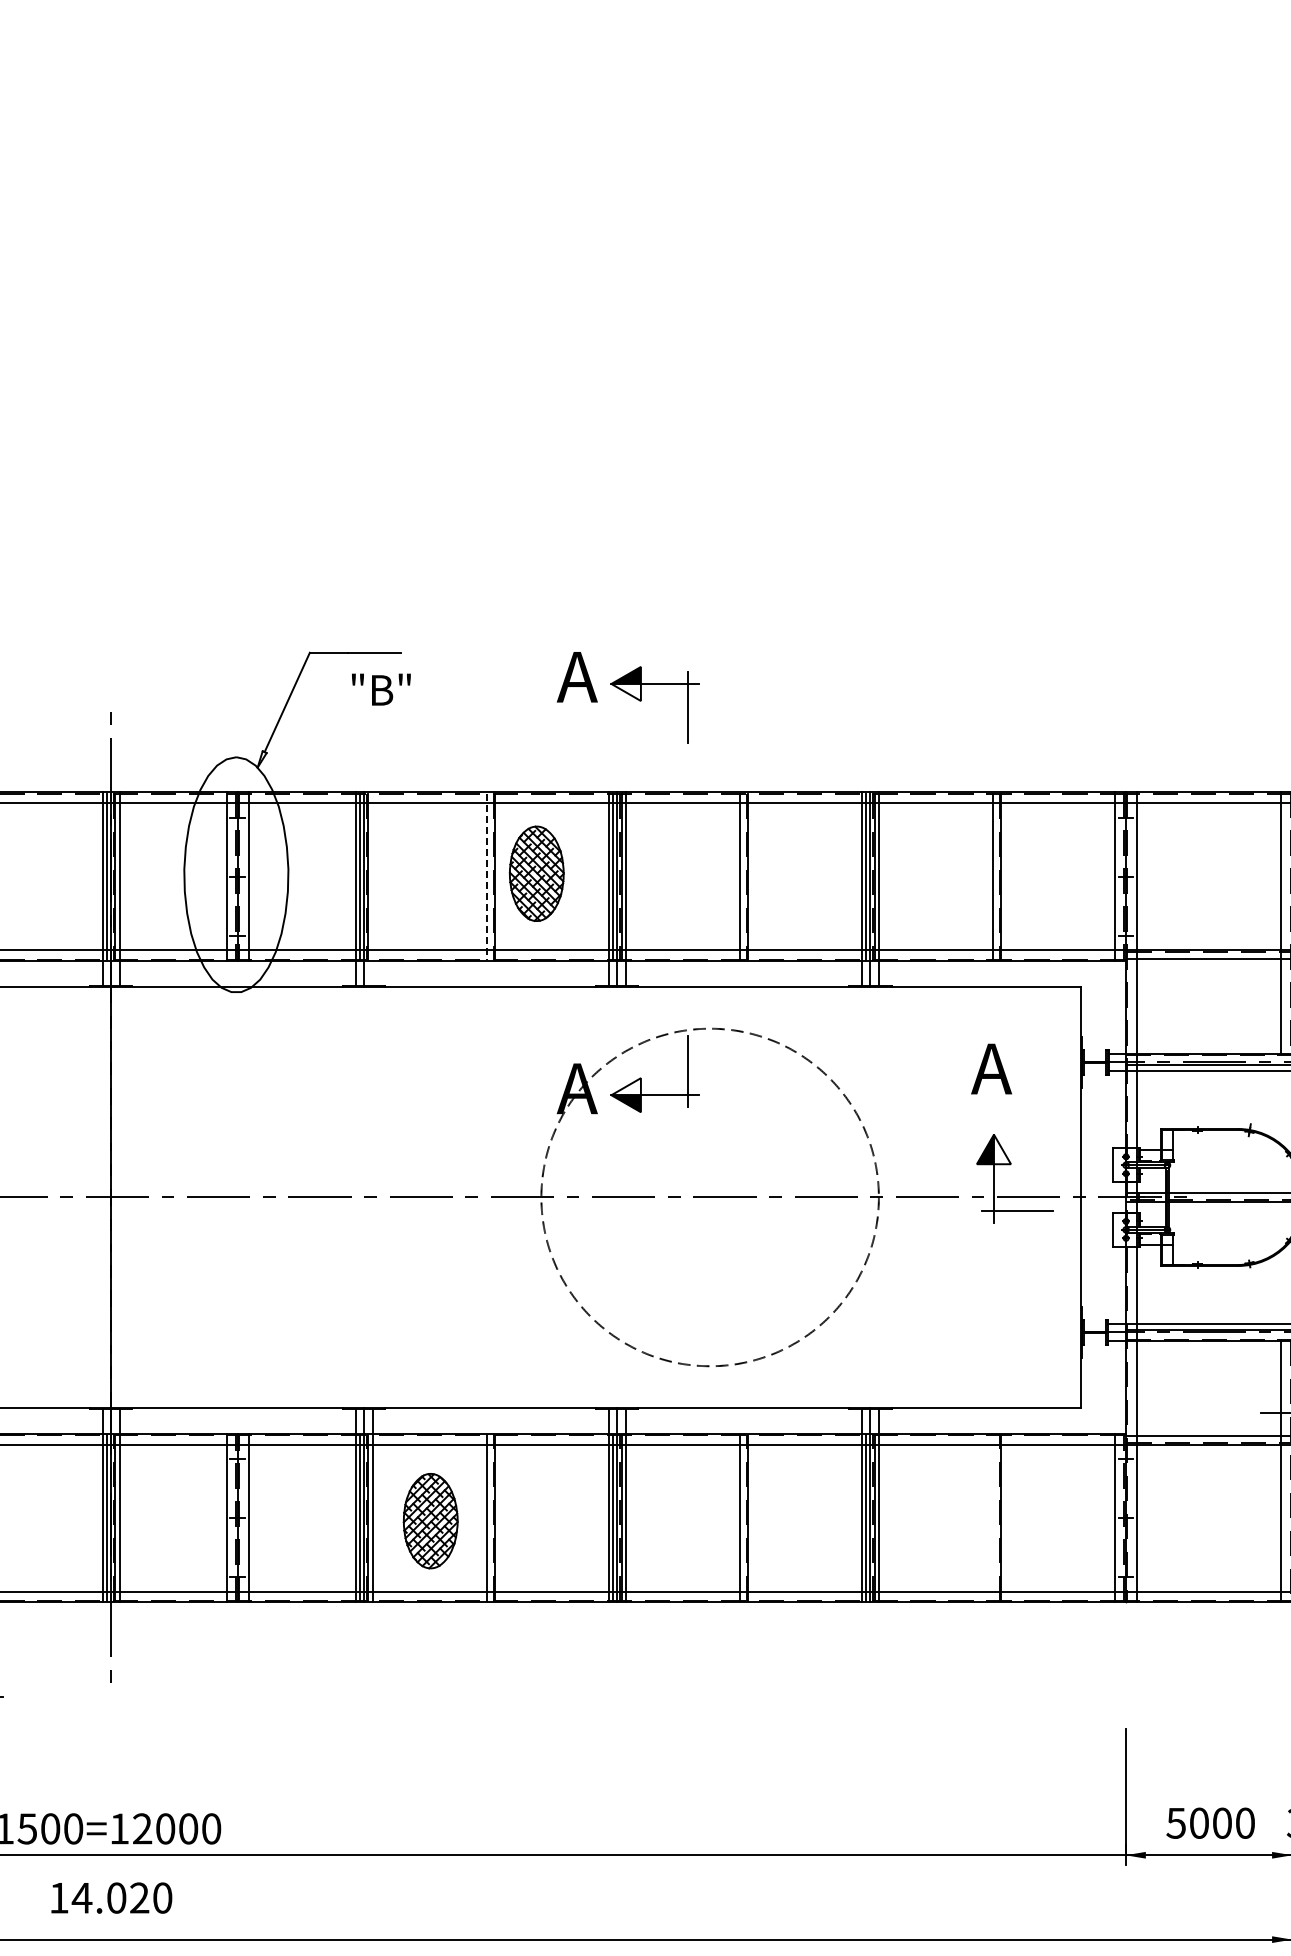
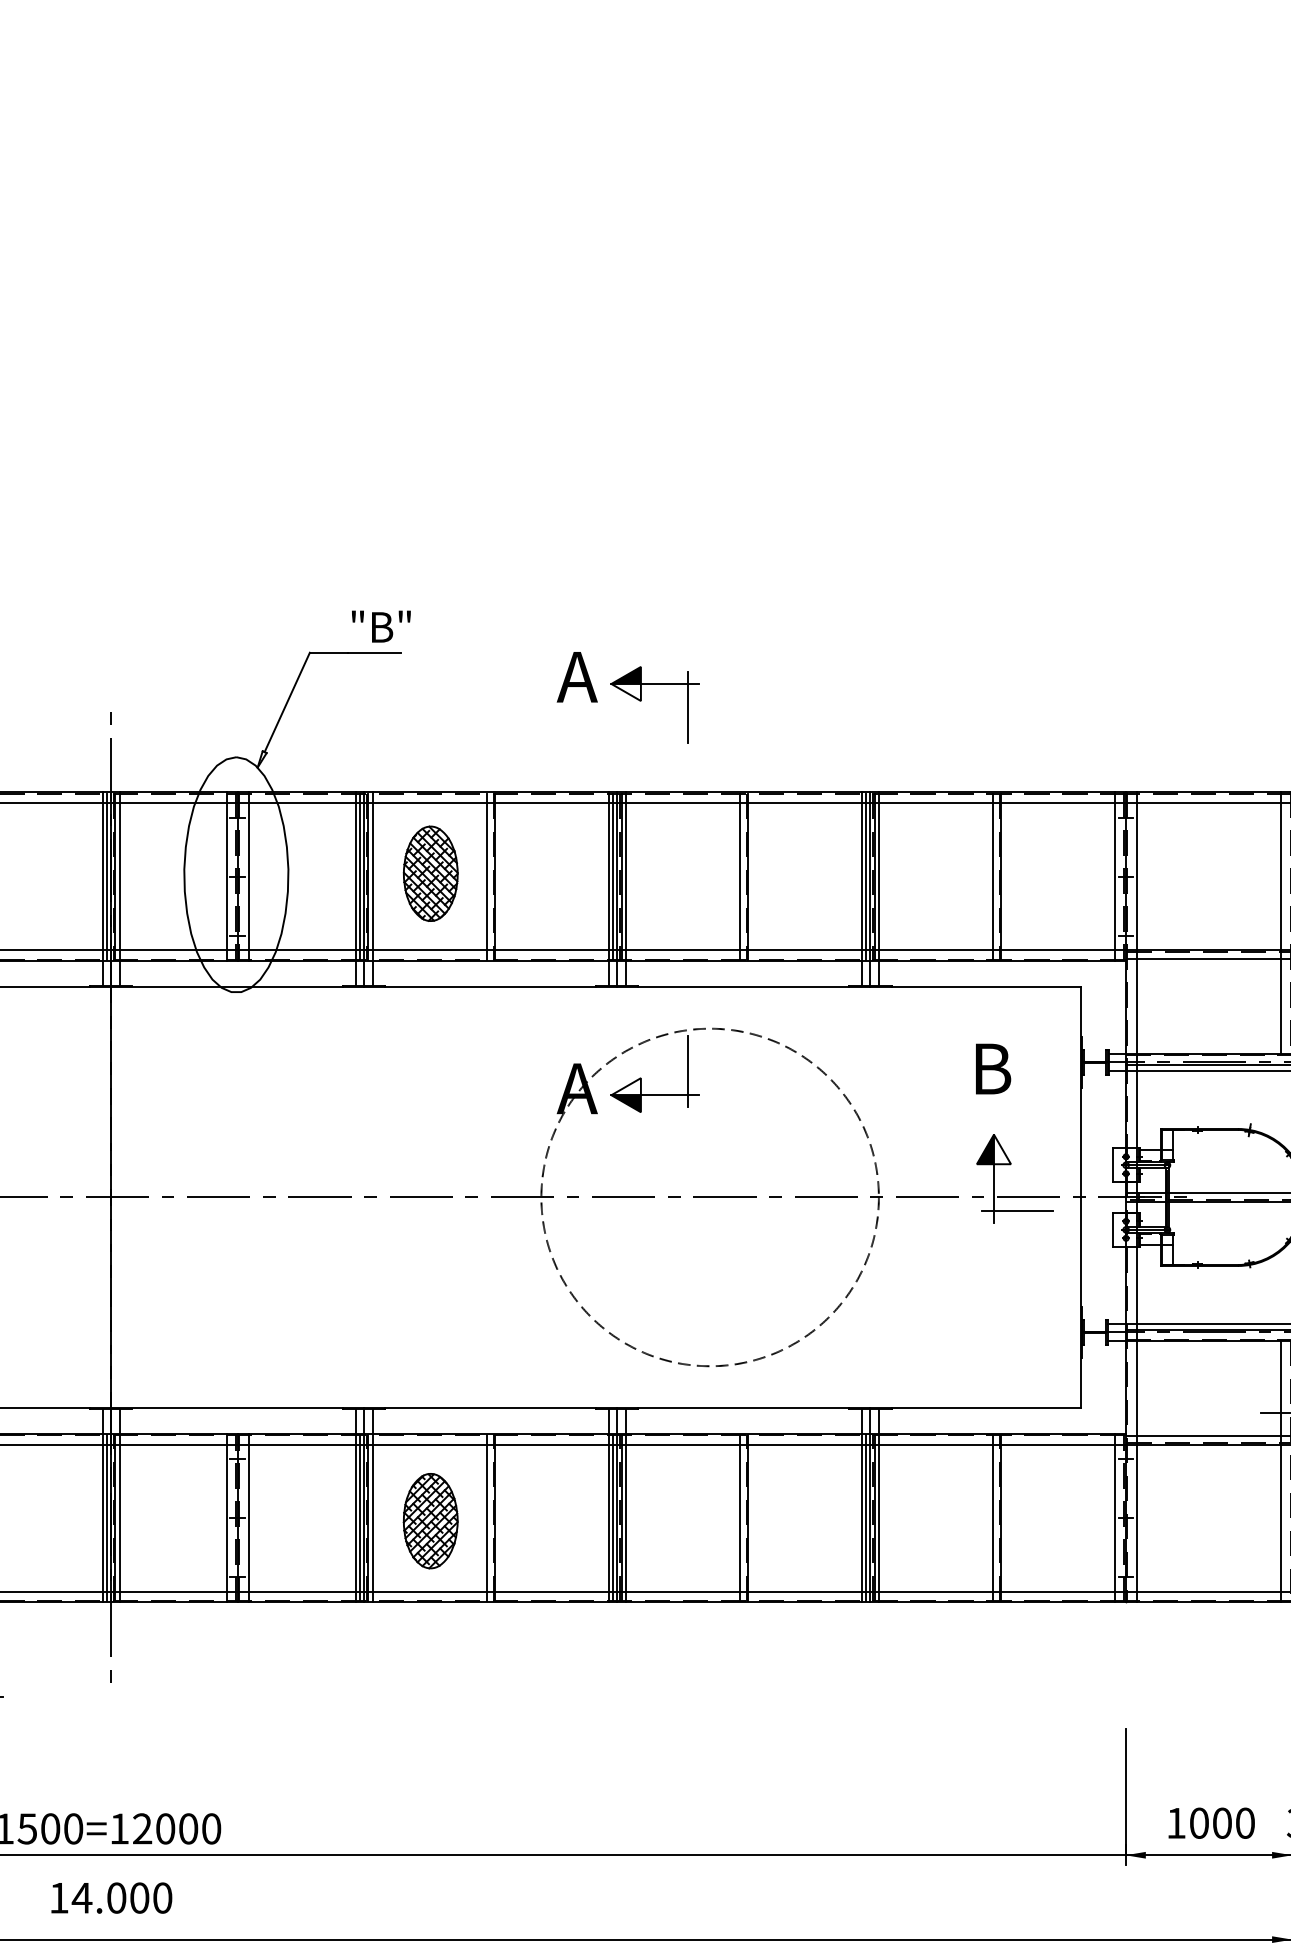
text at (381, 689) position: (381, 689) -> (381, 626)
part at (536, 873) position: (536, 873) -> (430, 873)
line at (486, 877): dashed -> solid
line at (372, 888): none -> present
text at (991, 1068): A -> B
line at (992, 1518): none -> present
text at (1175, 1823): 5000 -> 1000
text at (139, 1897): 14.020 -> 14.000
